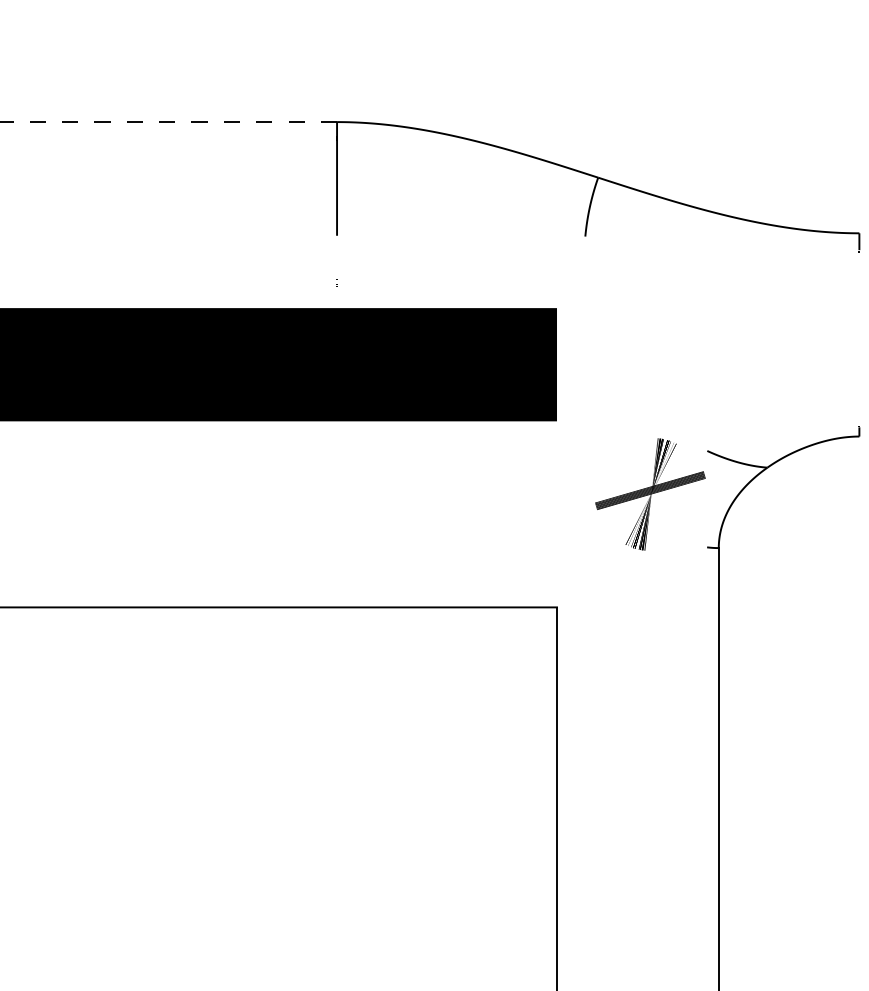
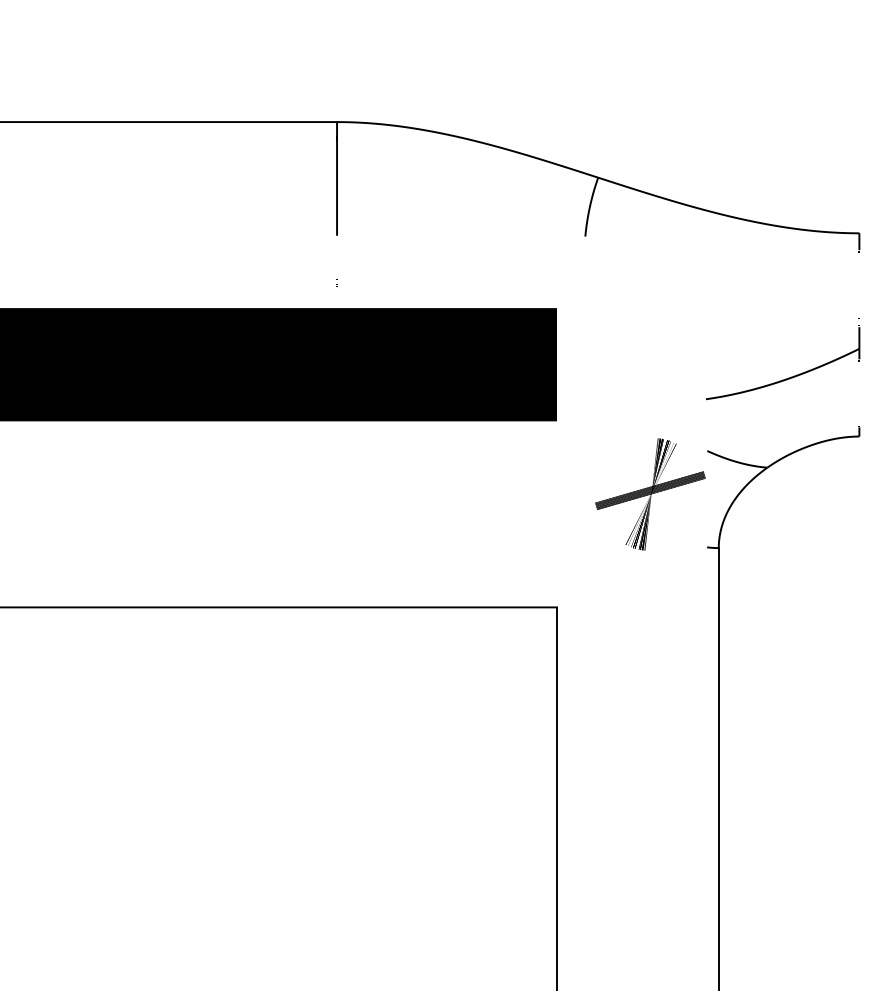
line at (168, 122): dashed -> solid
part at (788, 377): none -> present
